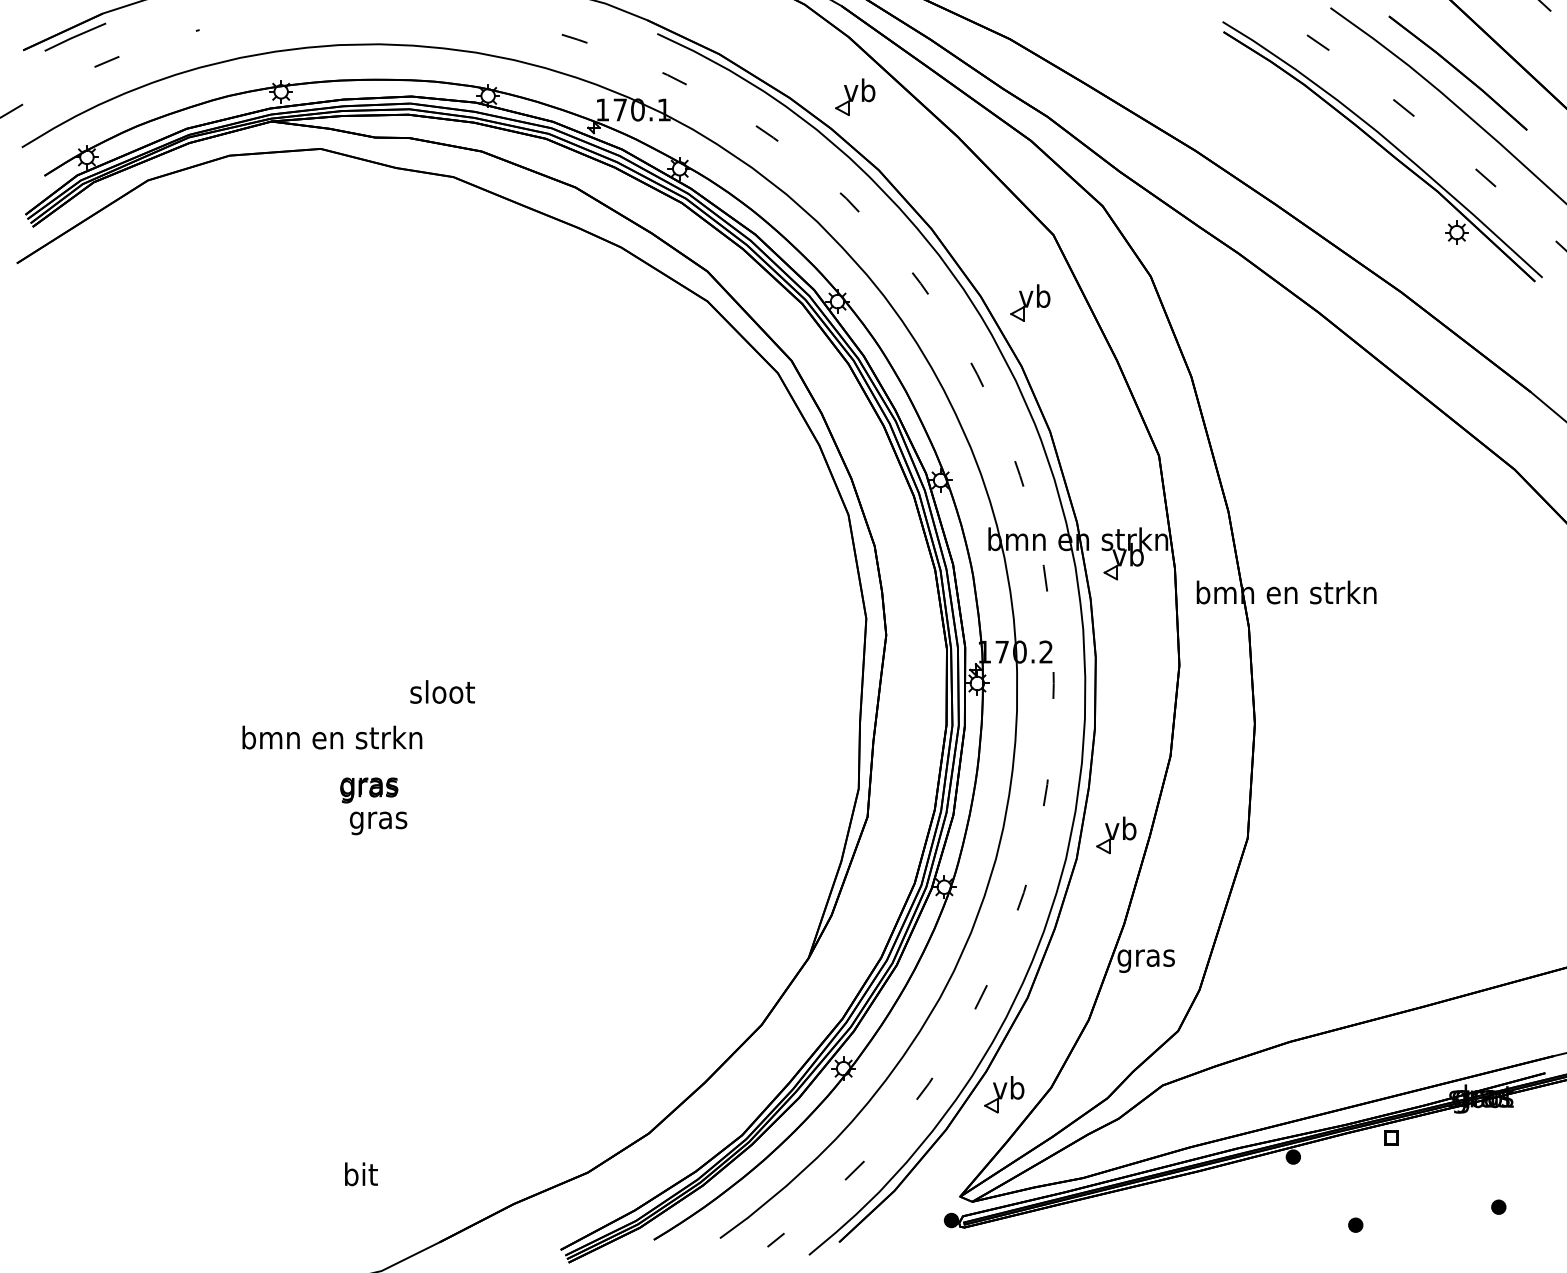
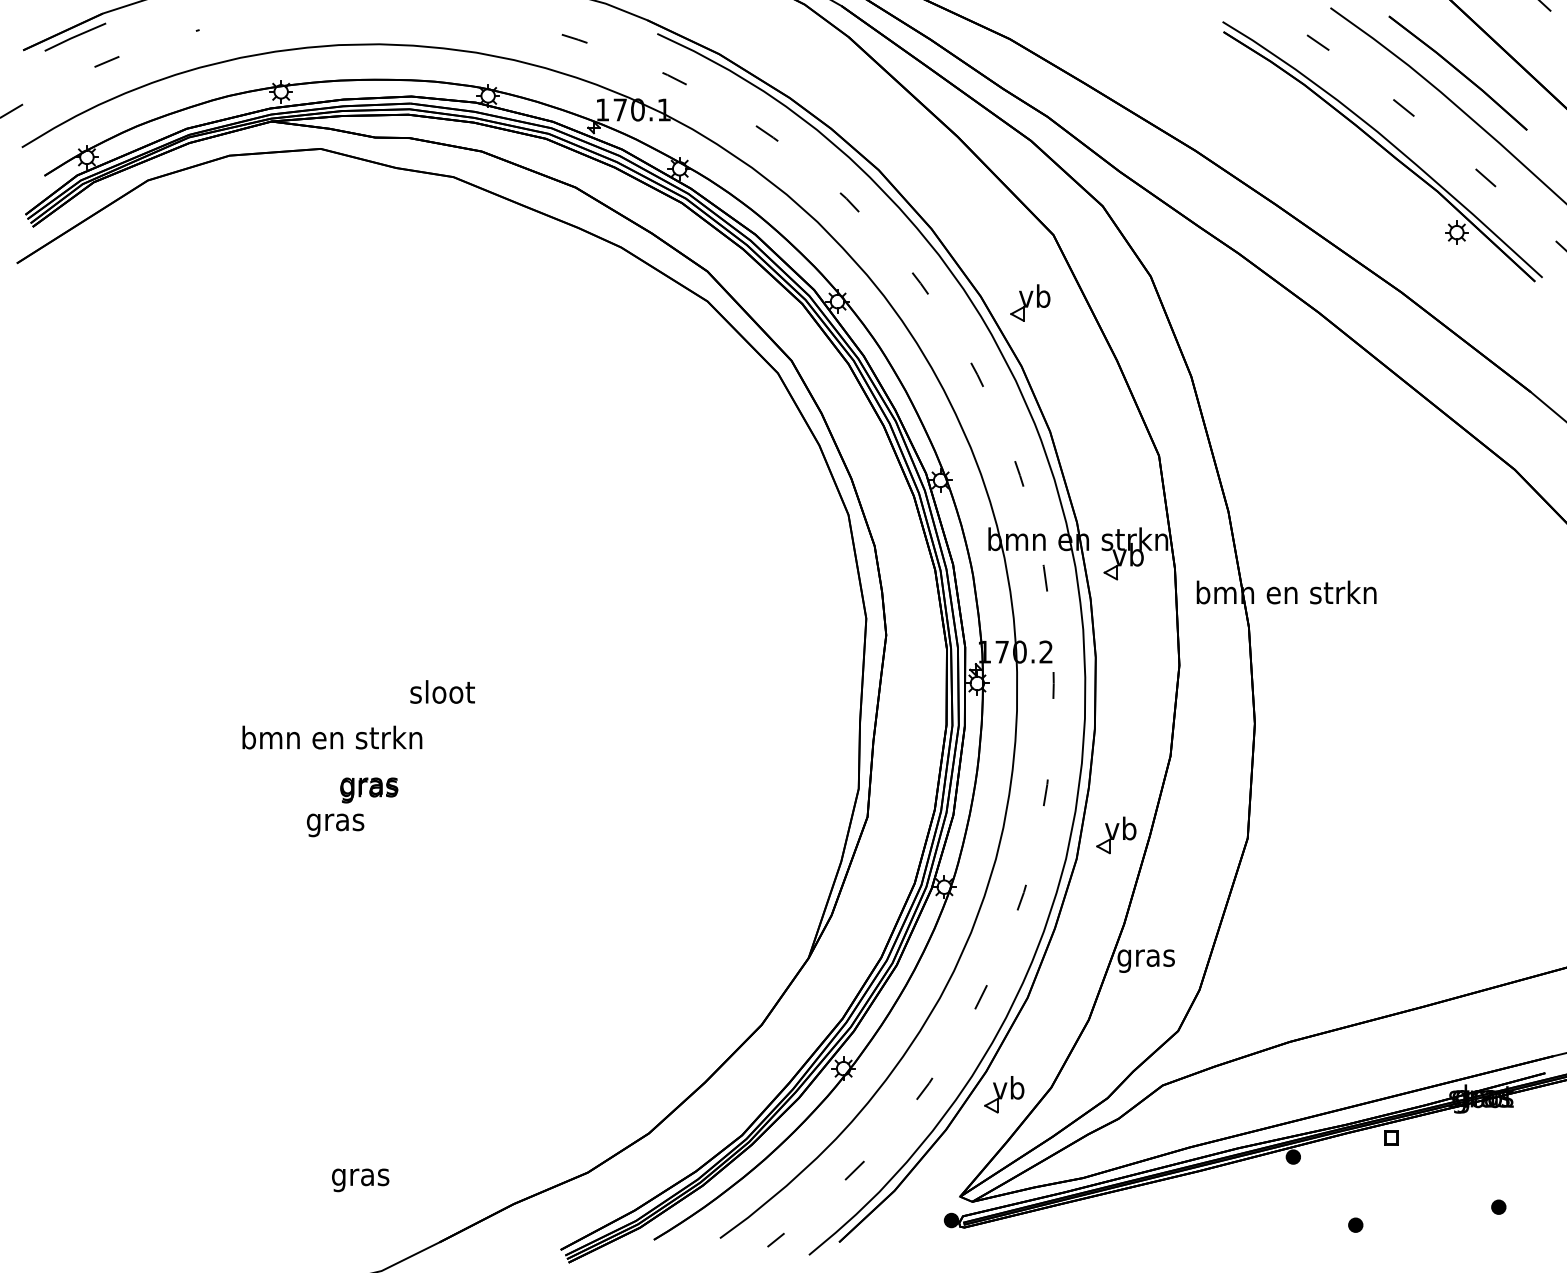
part at (855, 96): present -> none
text at (378, 823) position: (378, 823) -> (335, 825)
text at (360, 1177): bit -> gras
